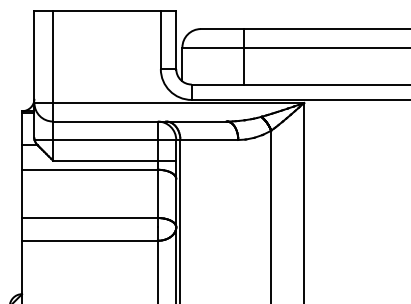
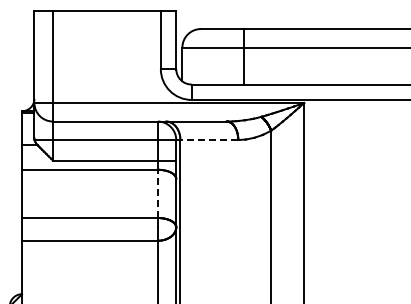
line at (209, 140): solid -> dashed
line at (157, 193): solid -> dashed
